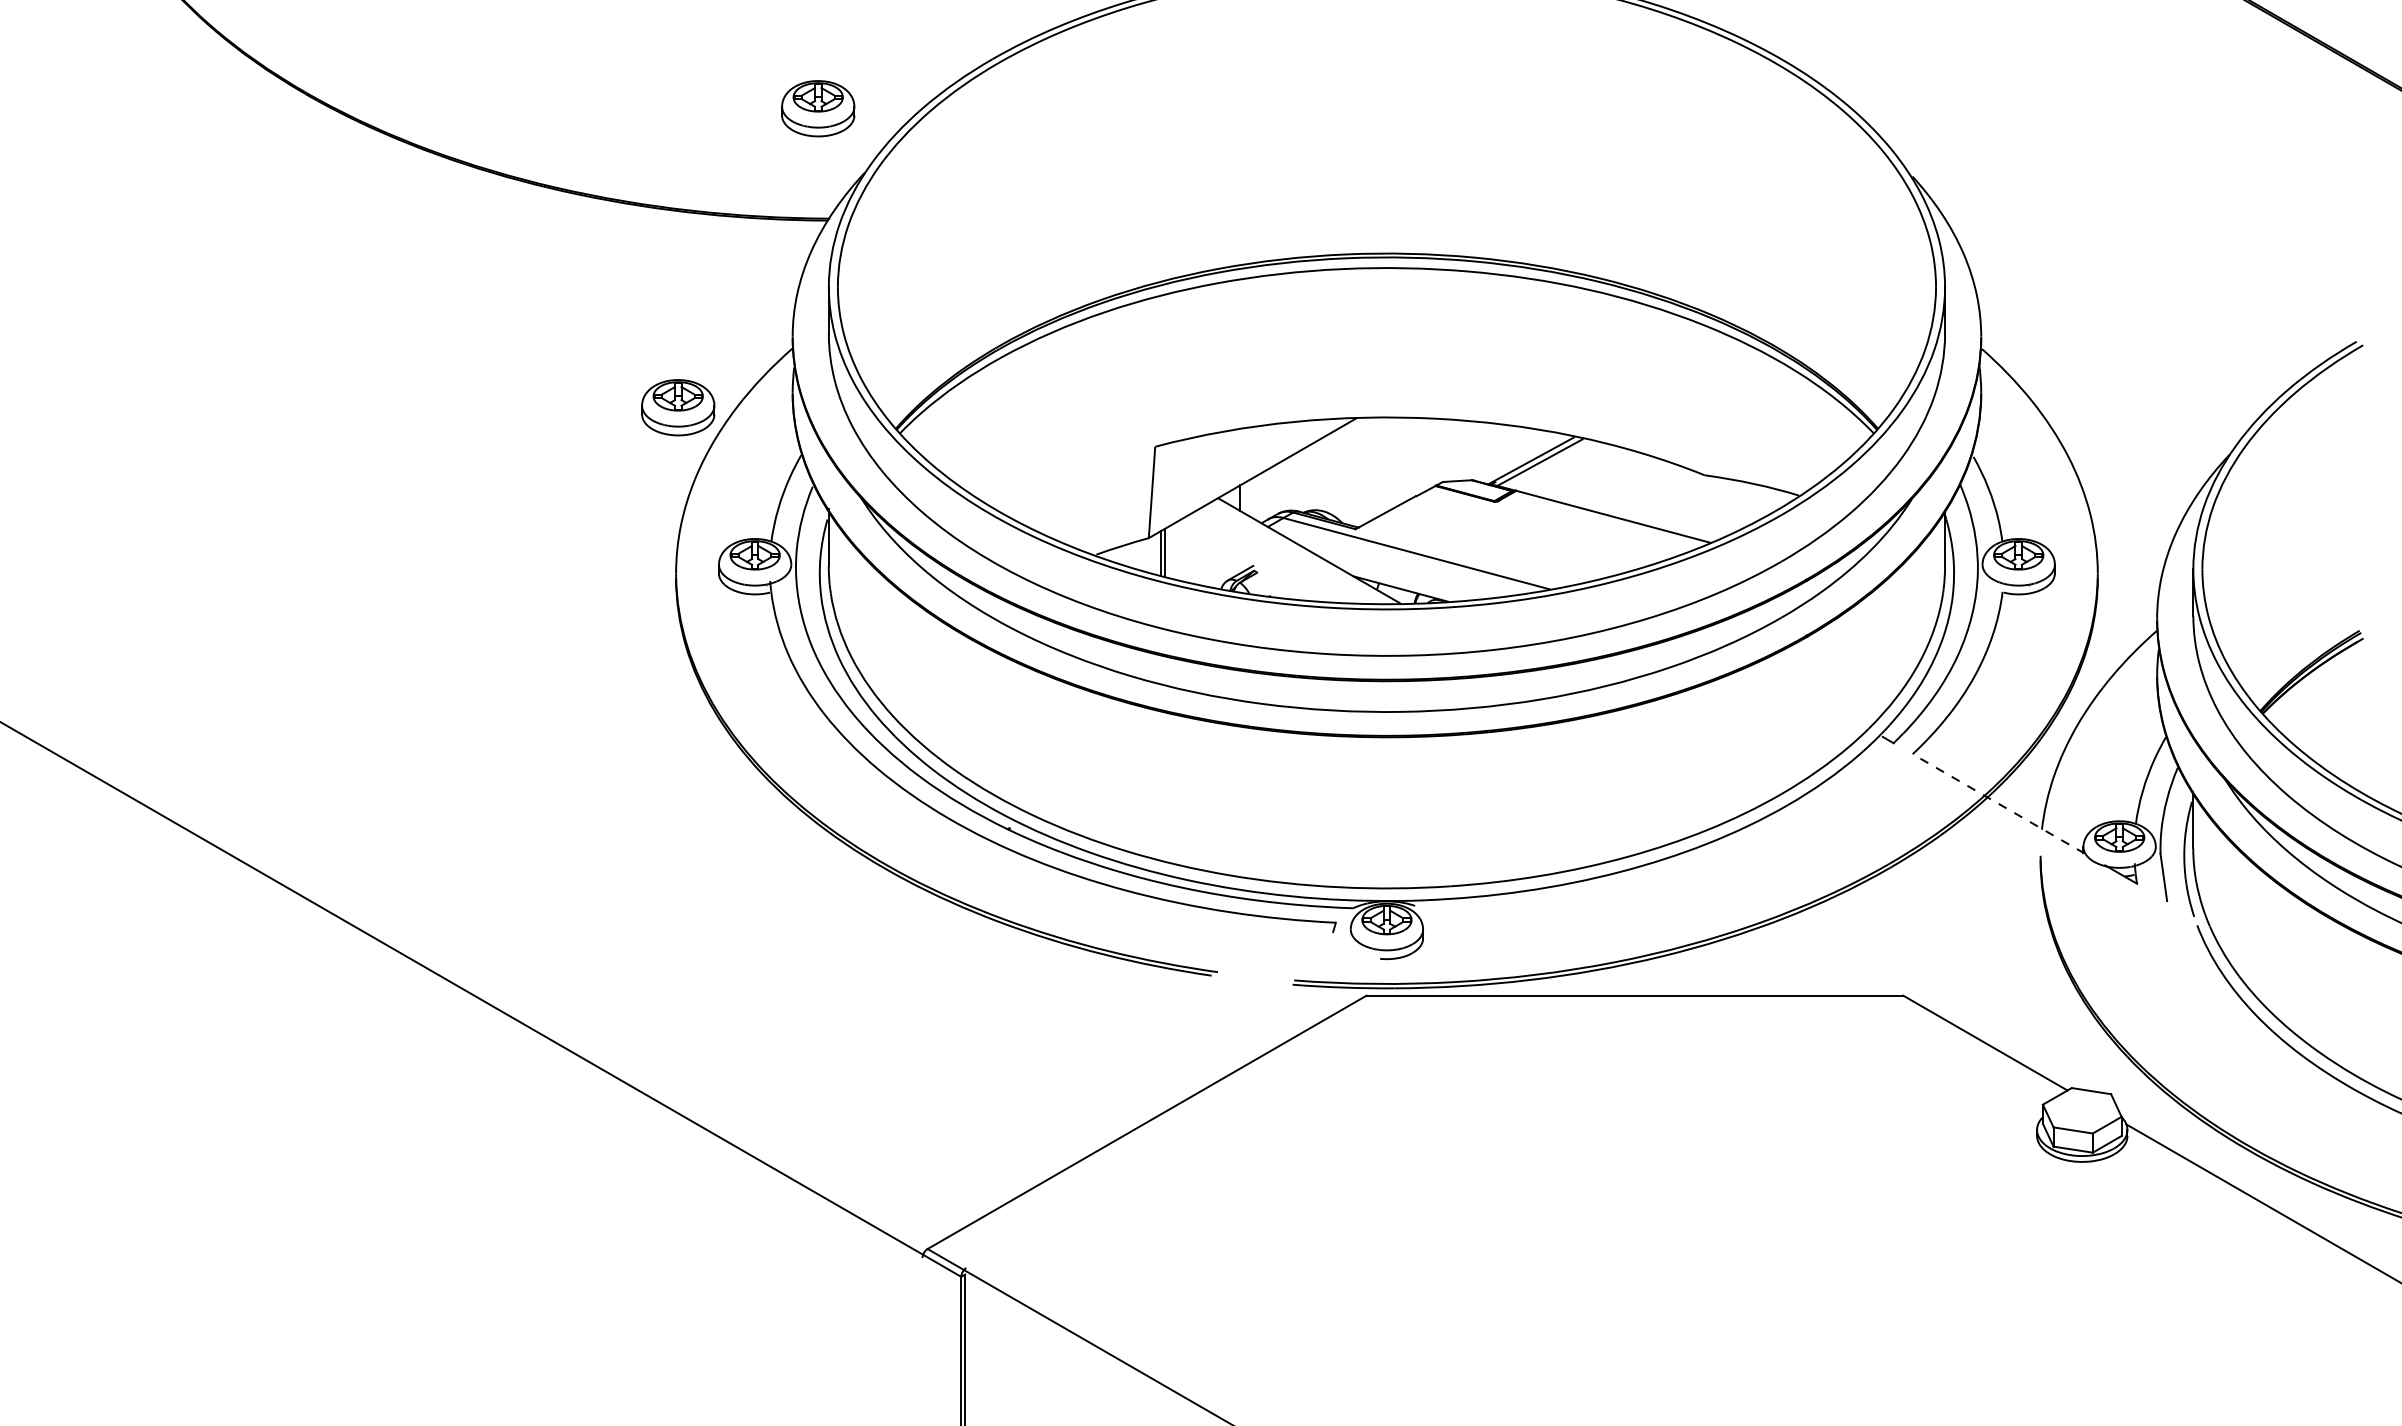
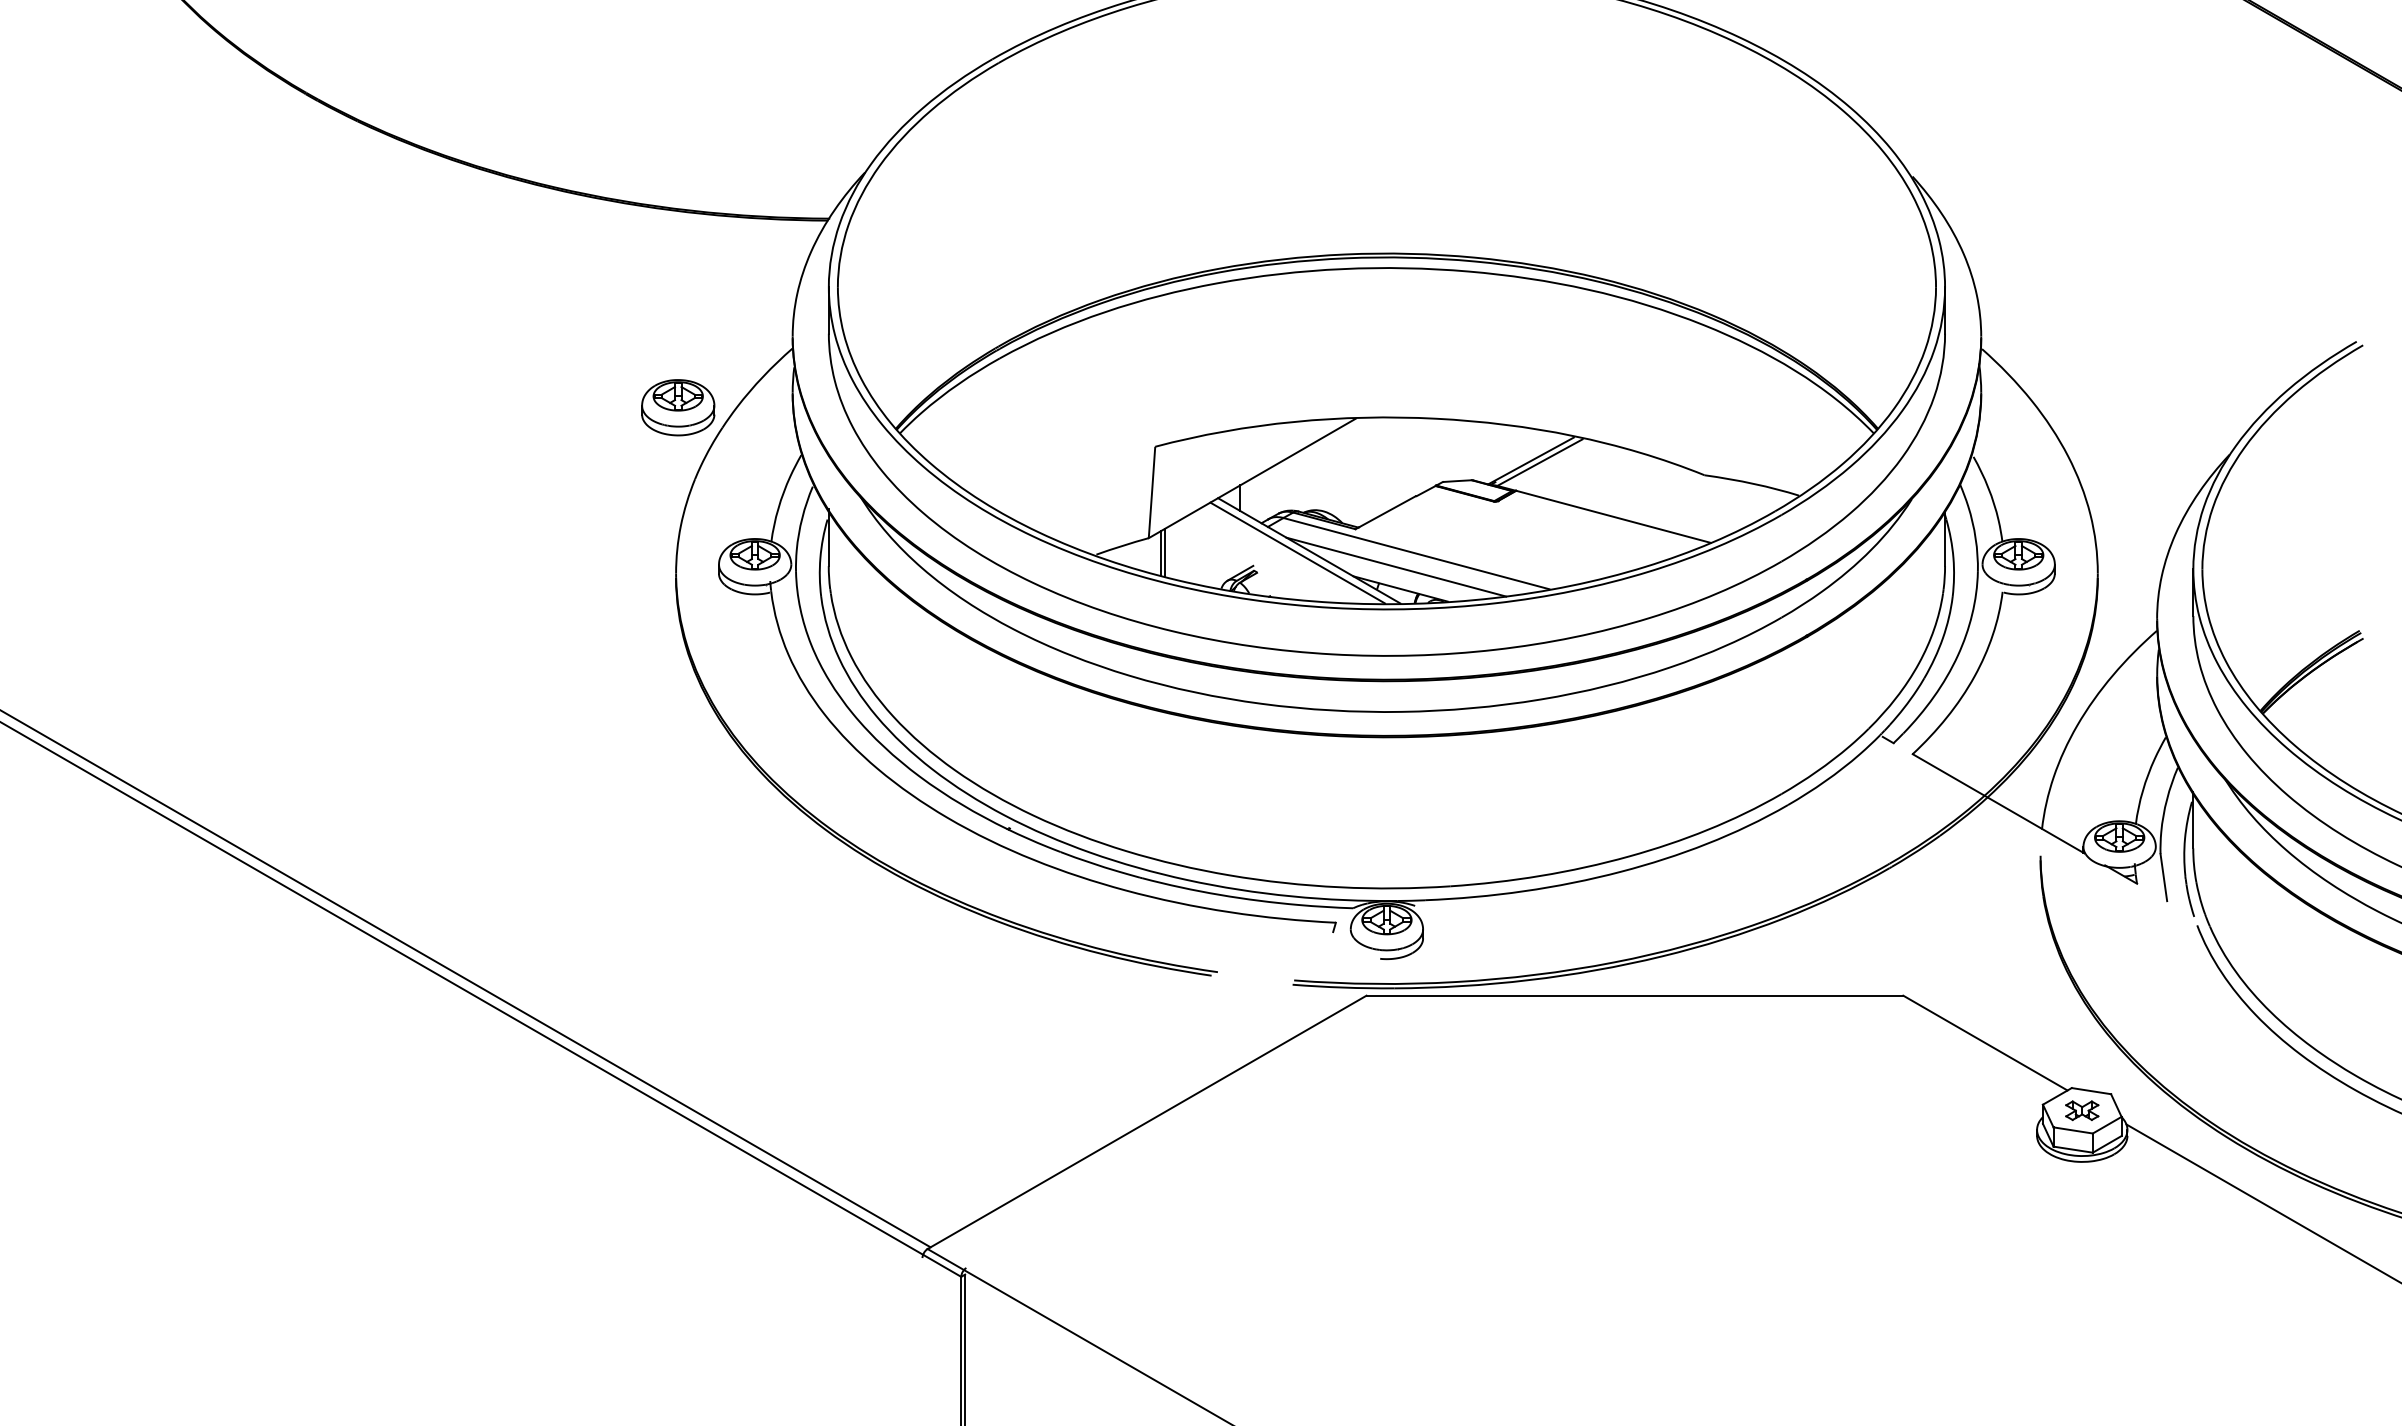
part at (818, 108): present -> none
line at (1297, 552): none -> present
line at (1396, 566): none -> present
line at (1998, 803): dashed -> solid
line at (466, 979): none -> present
part at (2082, 1110): none -> present
